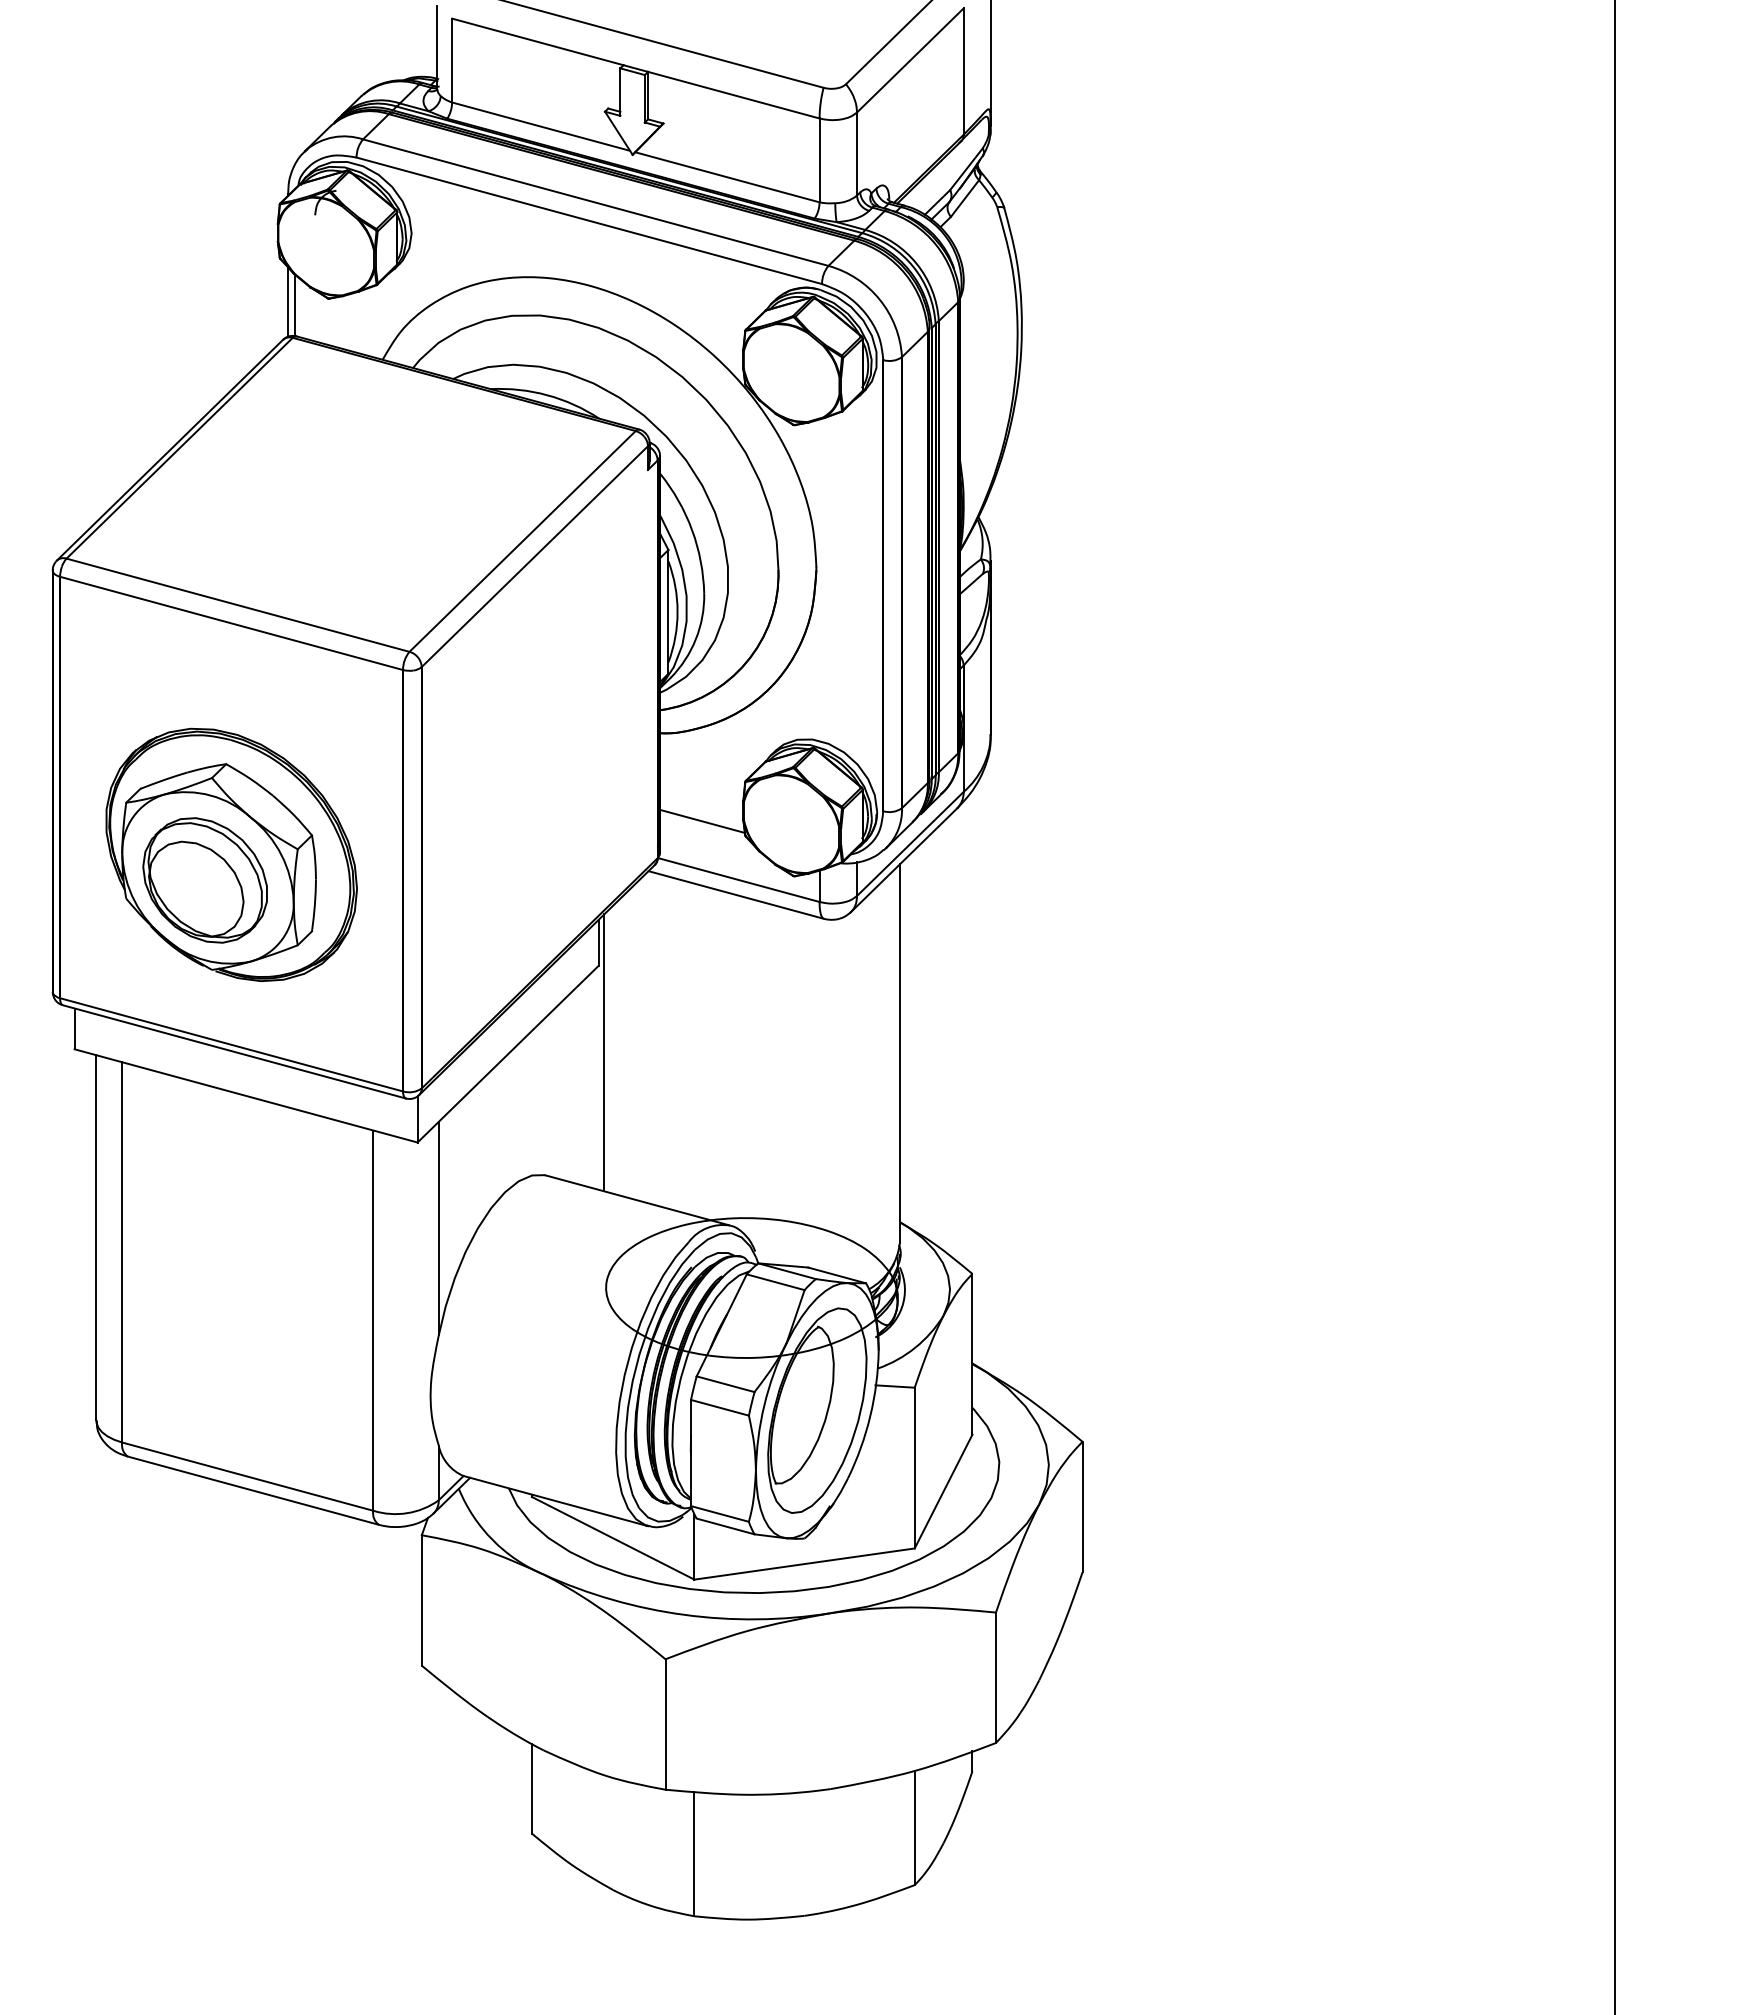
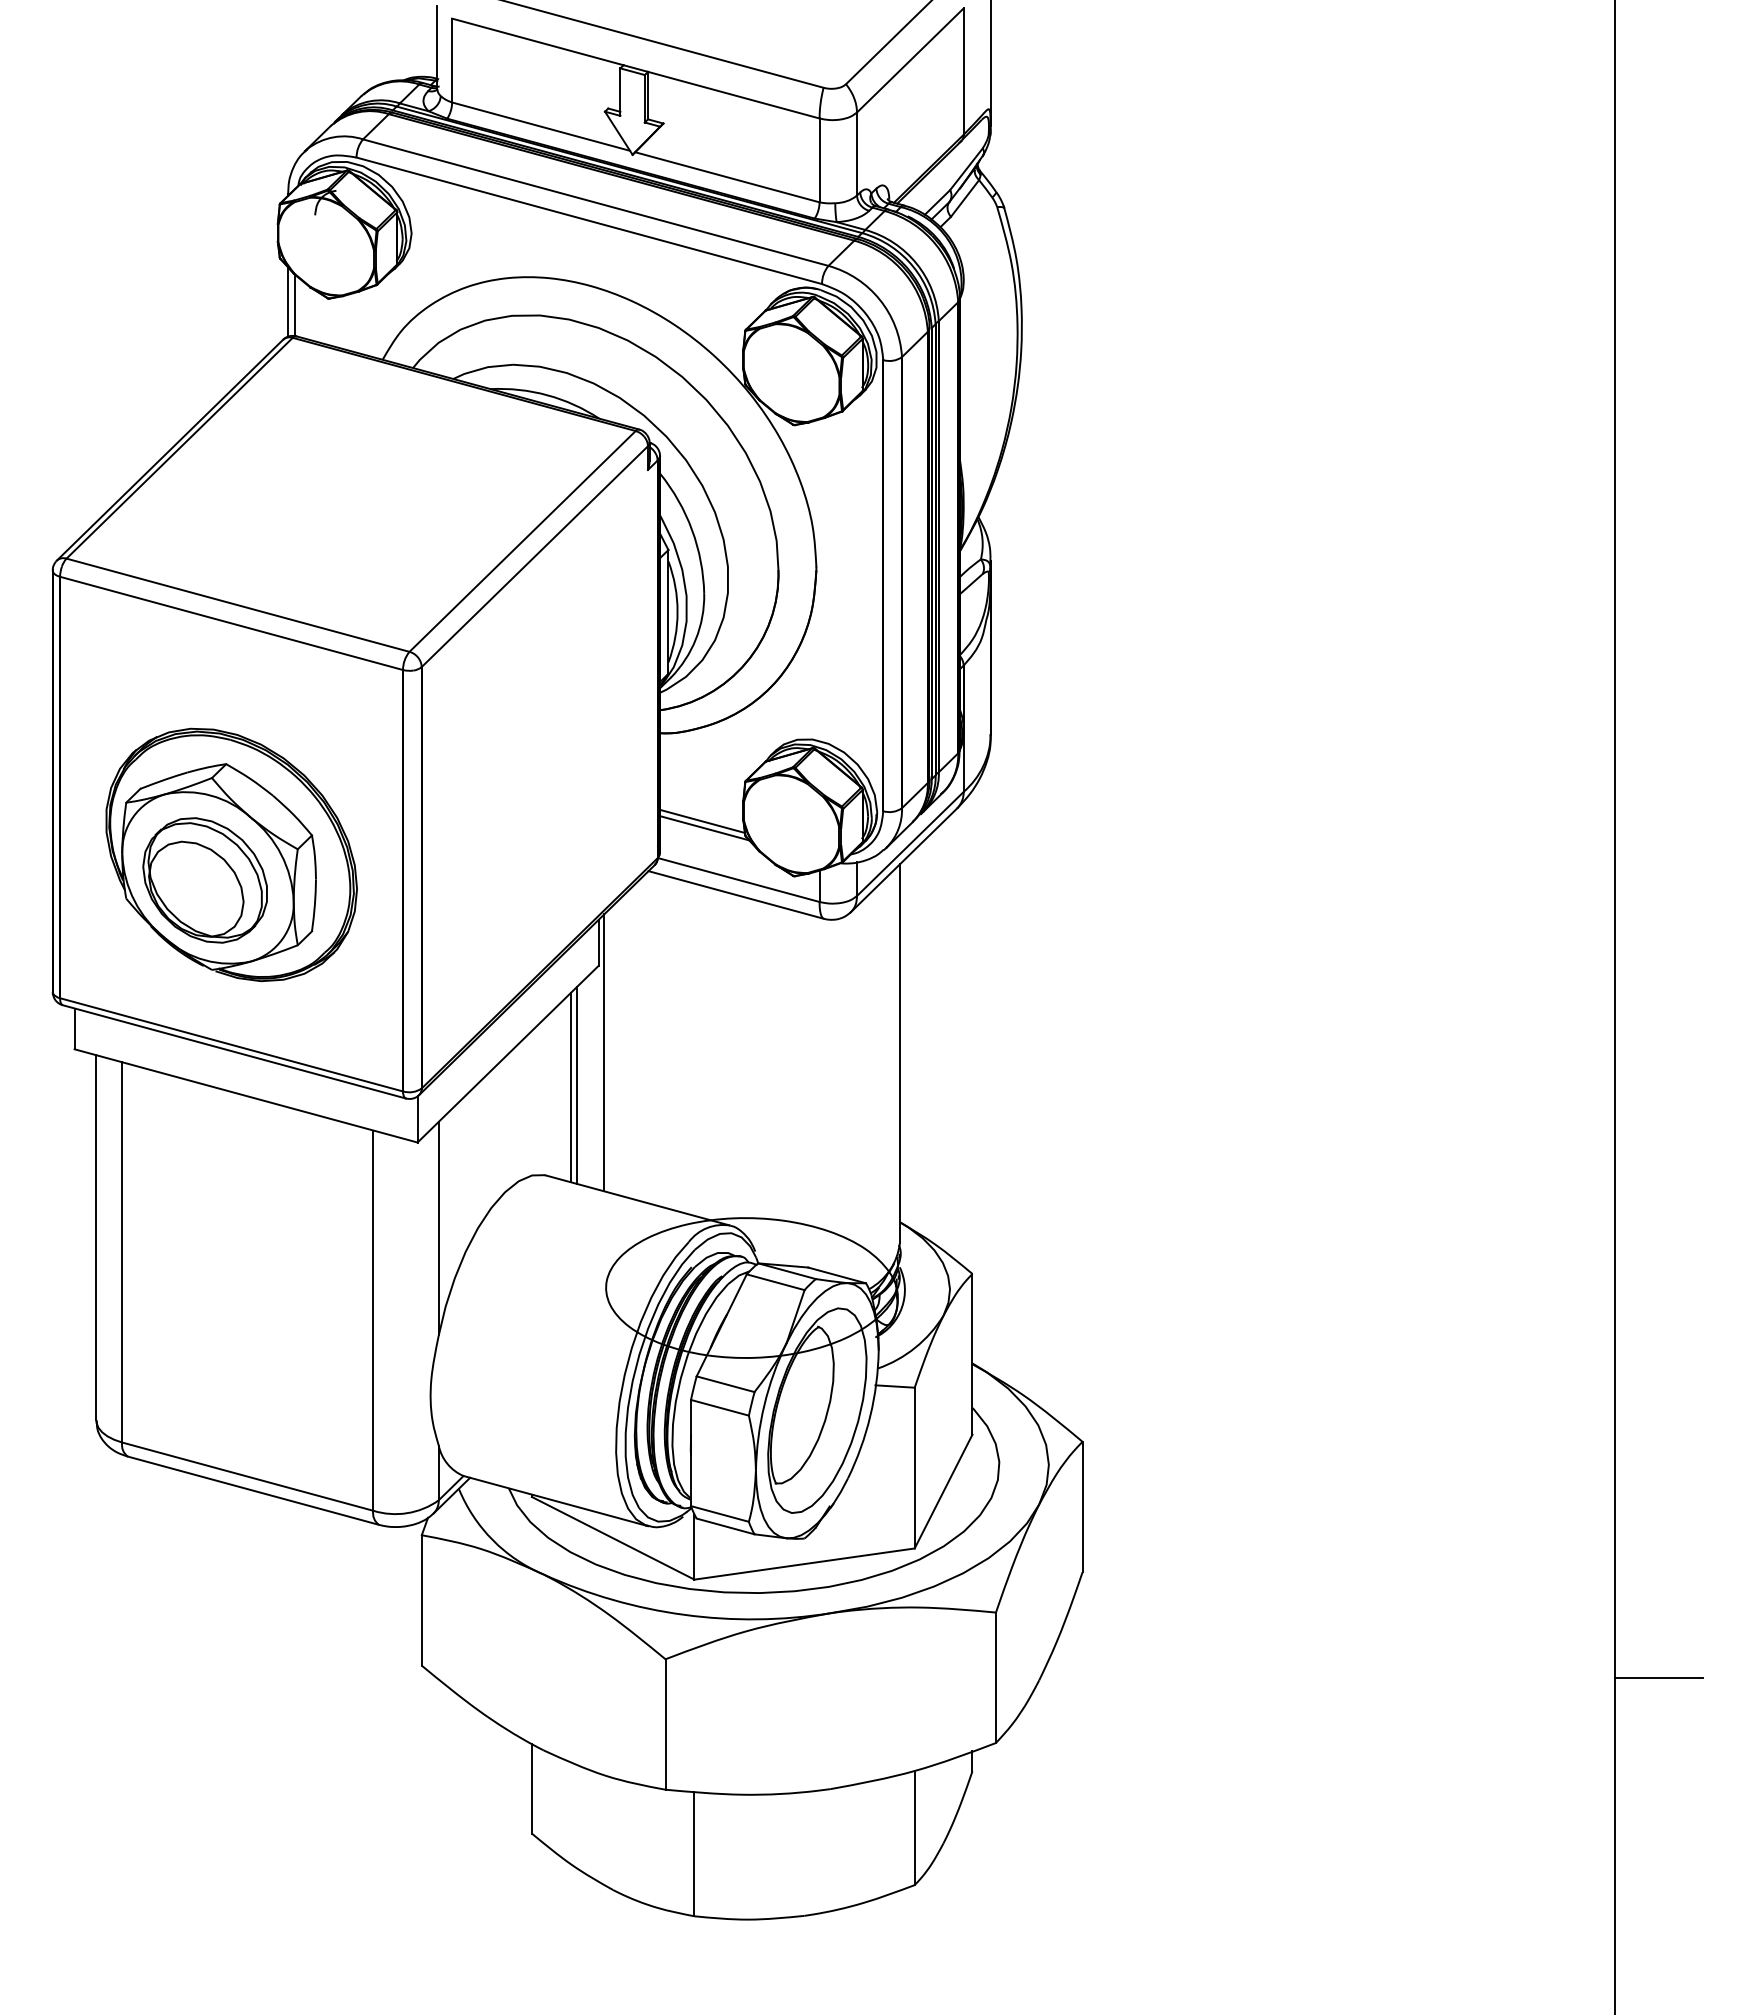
line at (704, 828): none -> present
line at (576, 1085): none -> present
line at (571, 1087): none -> present
line at (1659, 1677): none -> present
